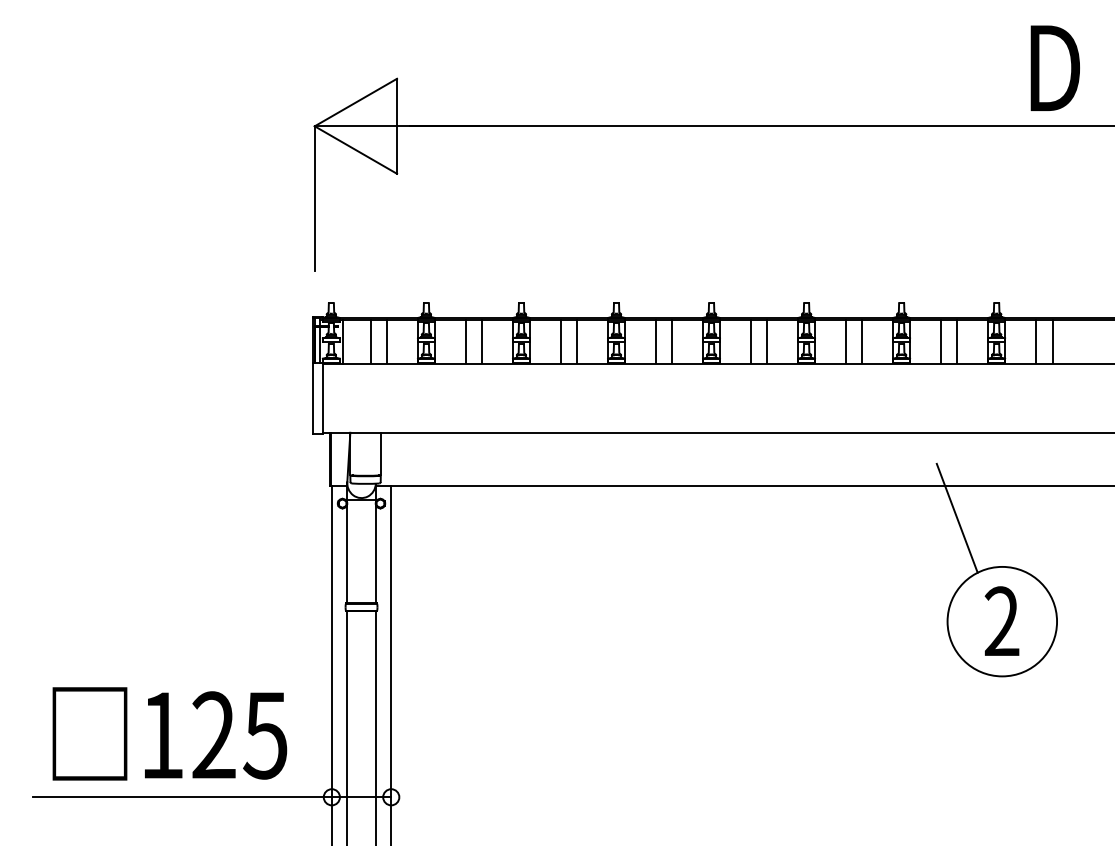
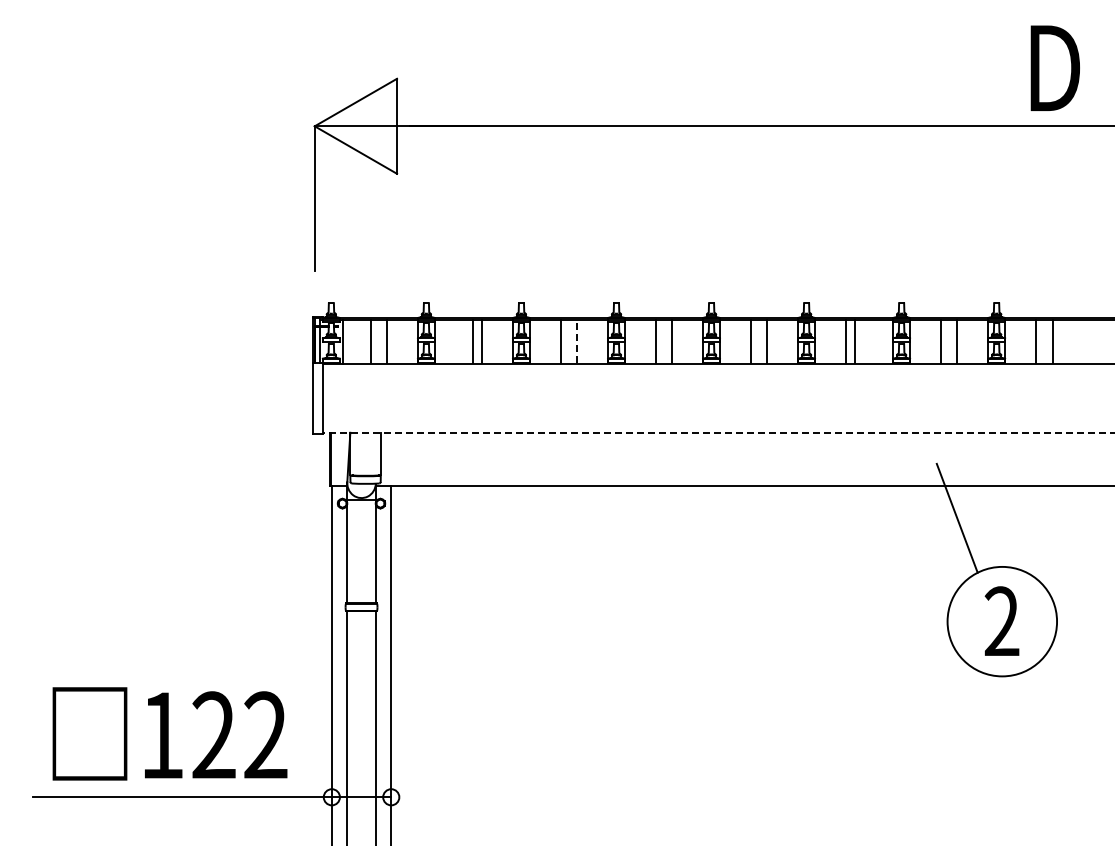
line at (465, 341) position: (465, 341) -> (472, 341)
line at (577, 341): solid -> dashed
line at (862, 341) position: (862, 341) -> (855, 341)
line at (718, 432): solid -> dashed
text at (265, 735): 125 -> 122
